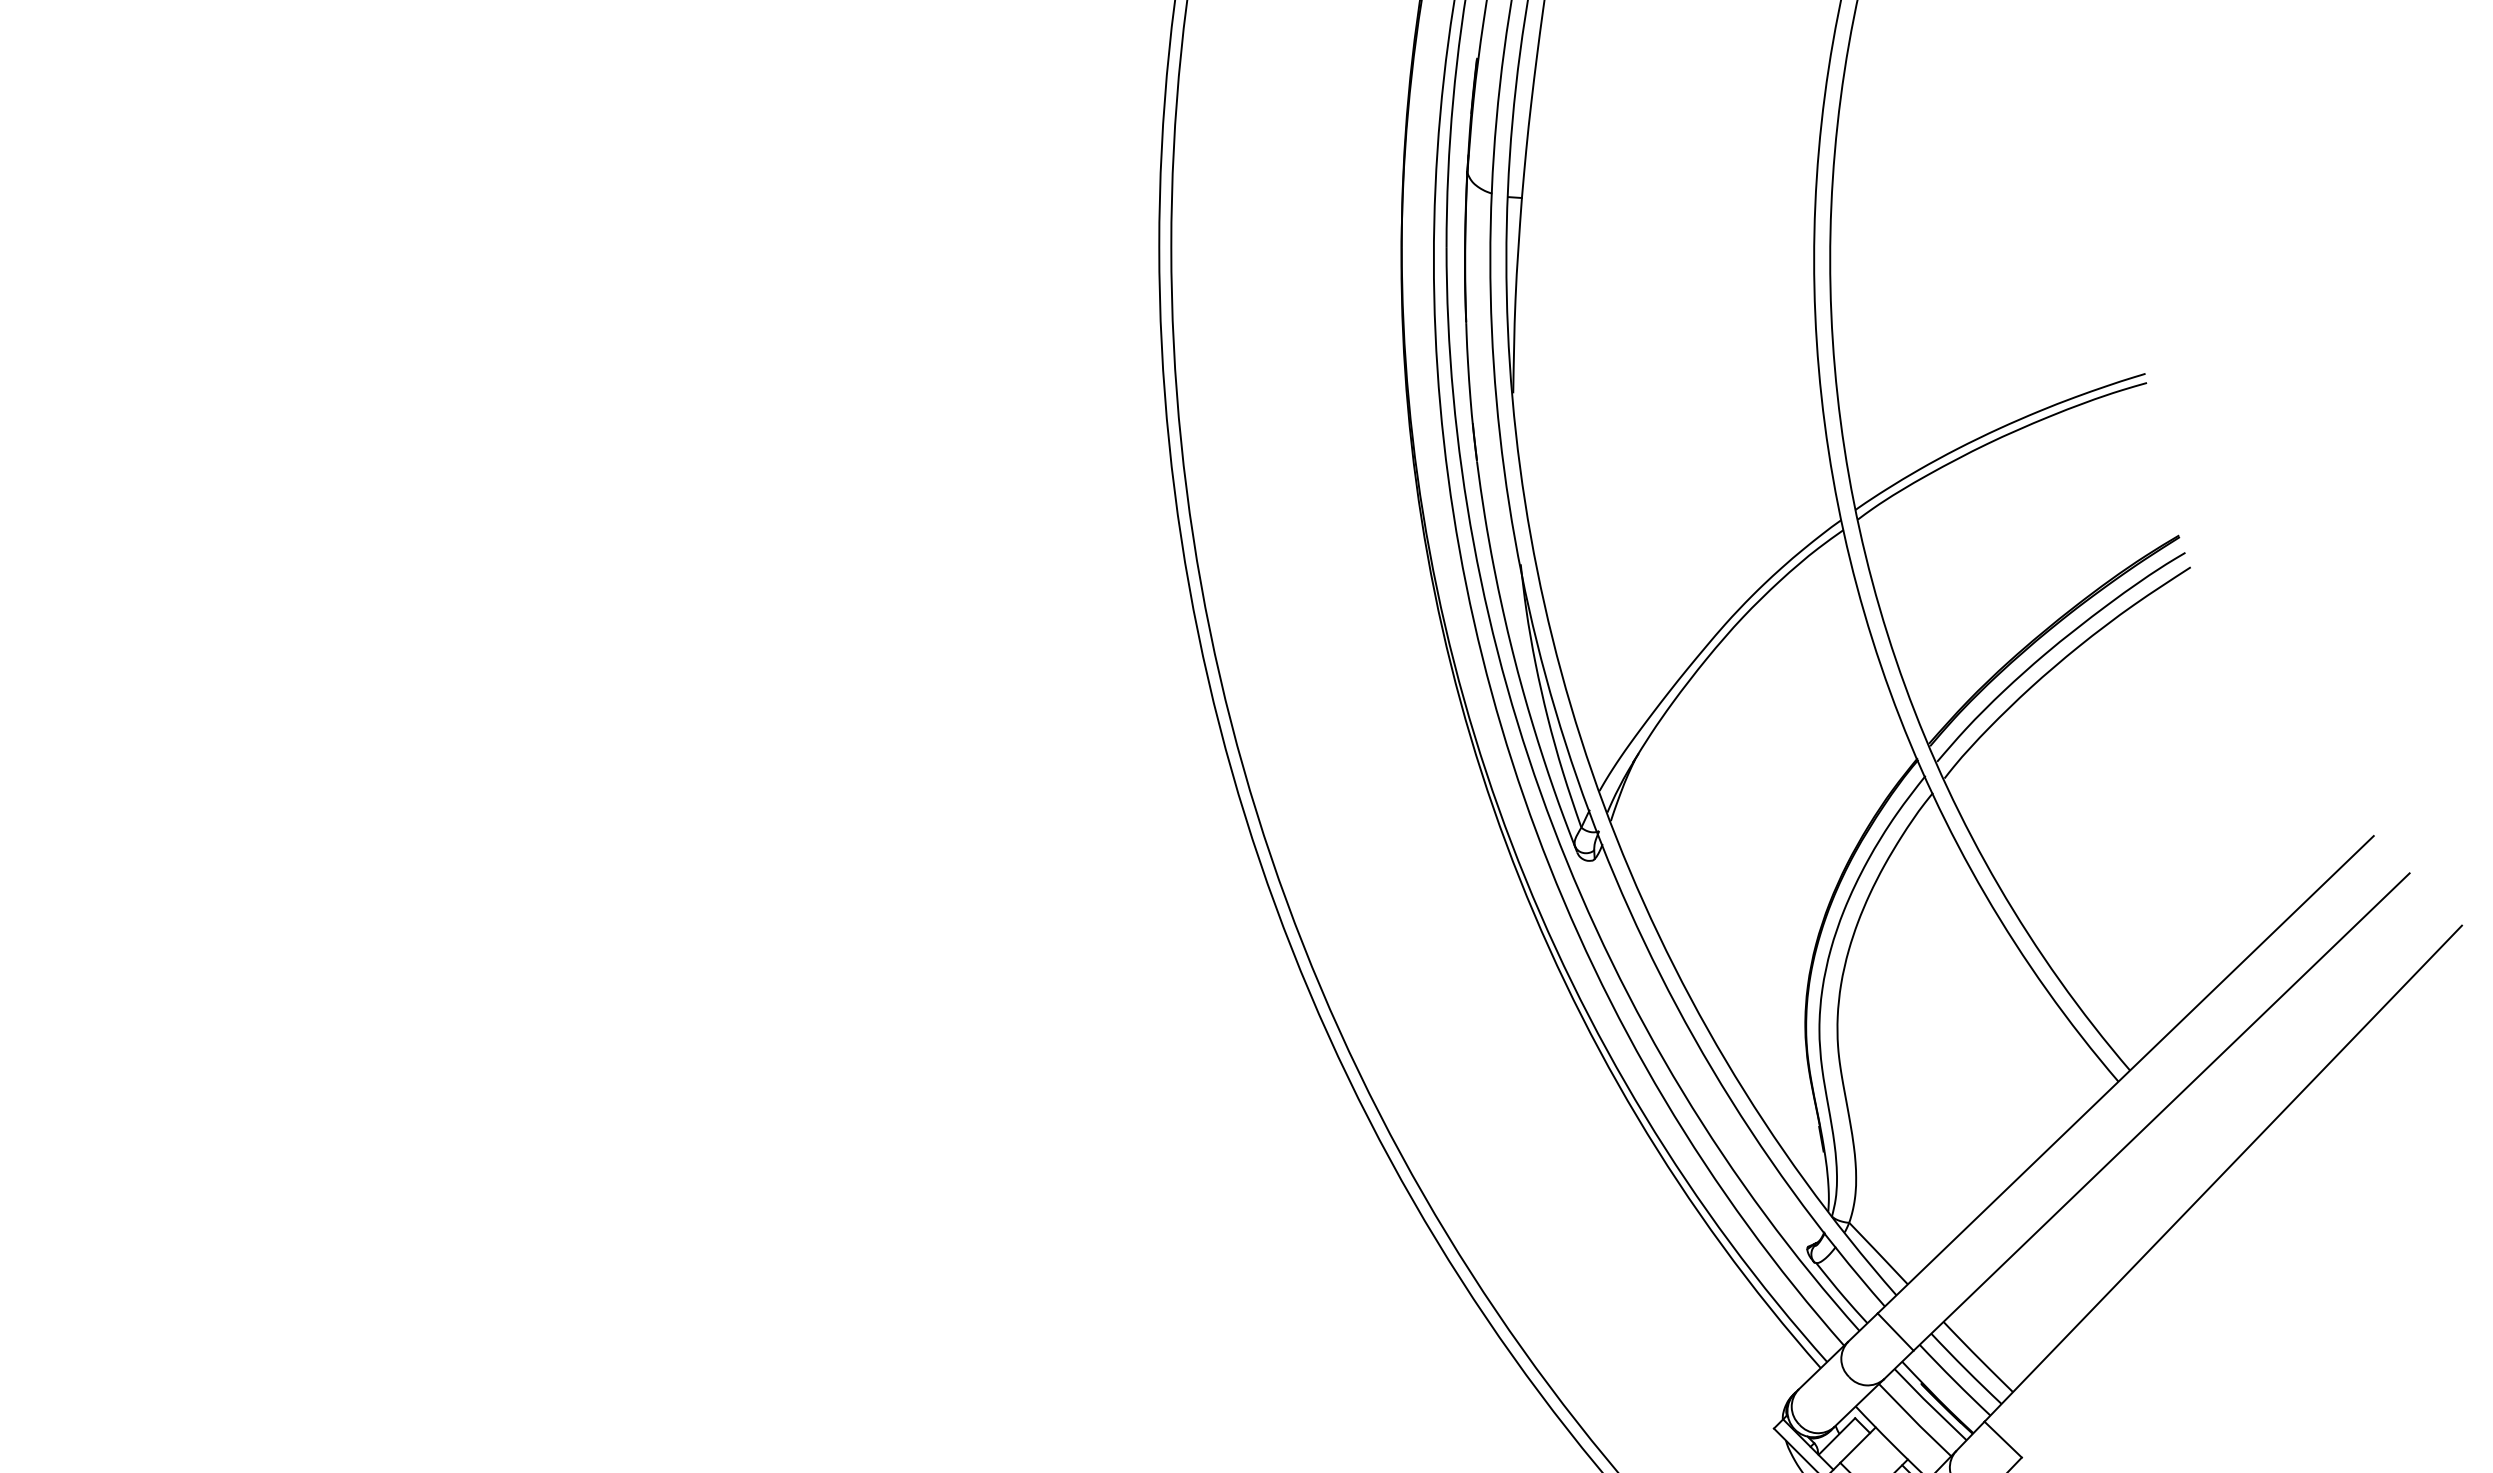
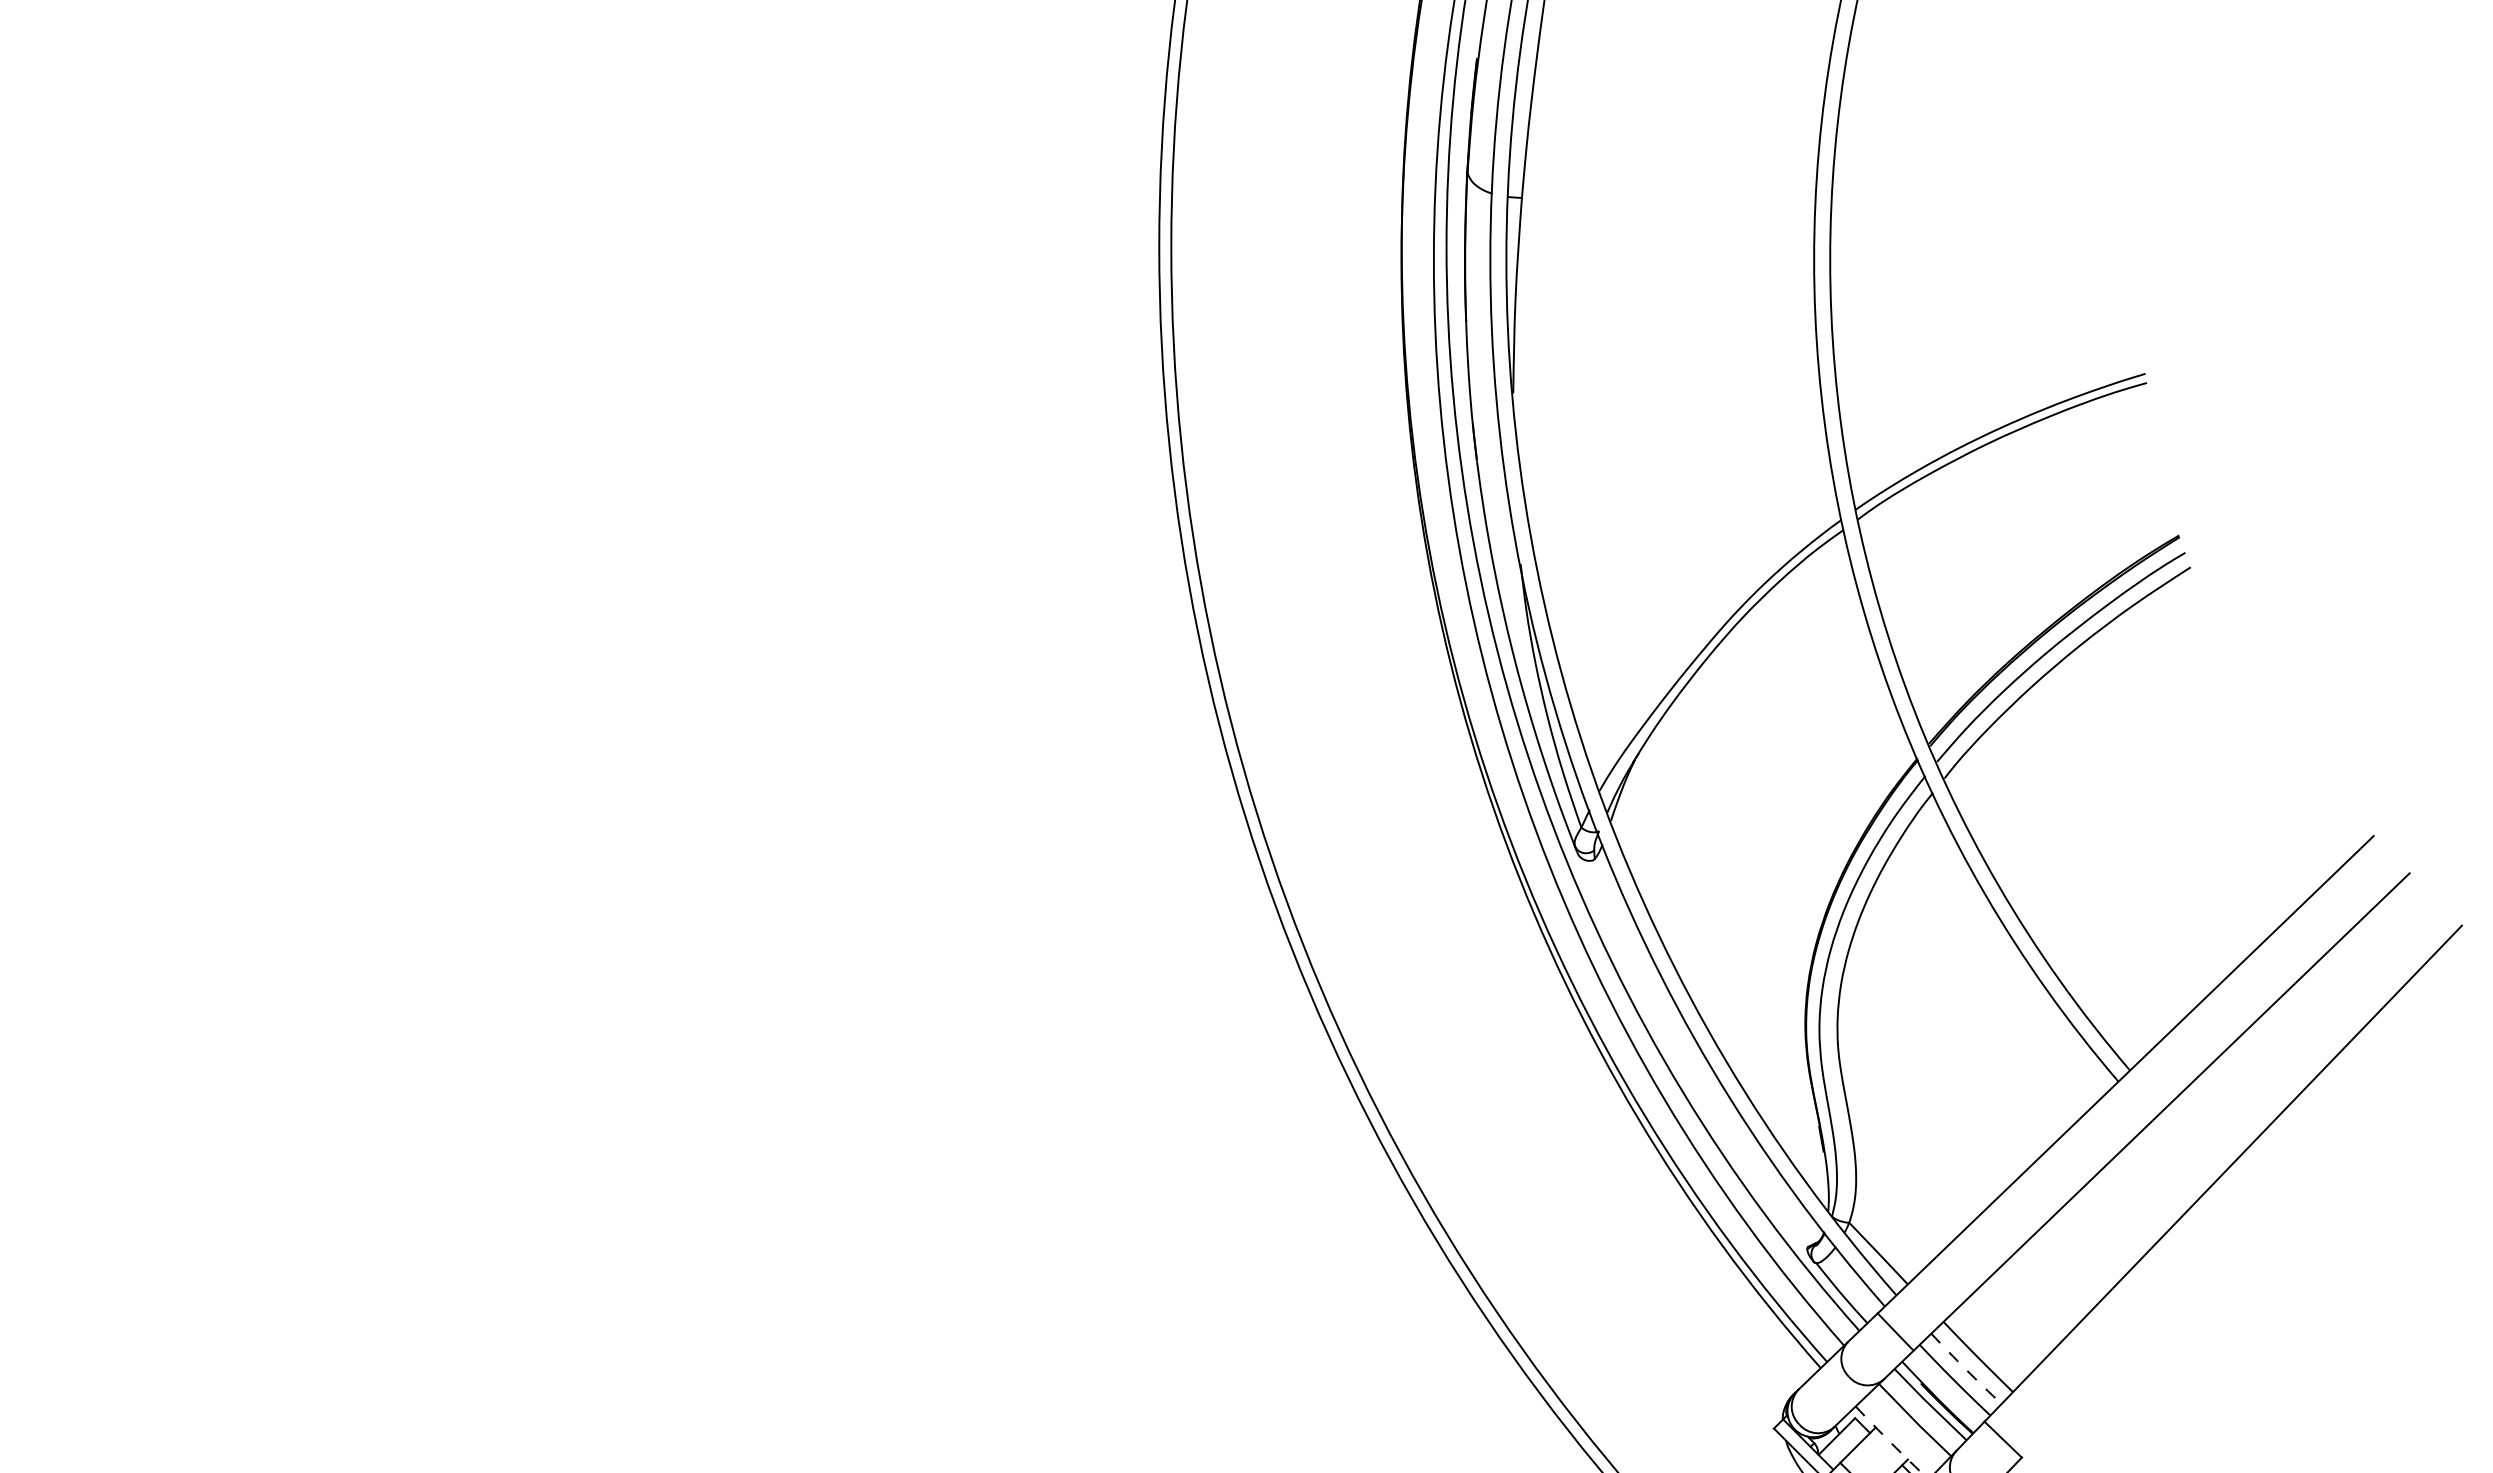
arc at (1965, 1369): solid -> dashed
arc at (1888, 1440): solid -> dashed
